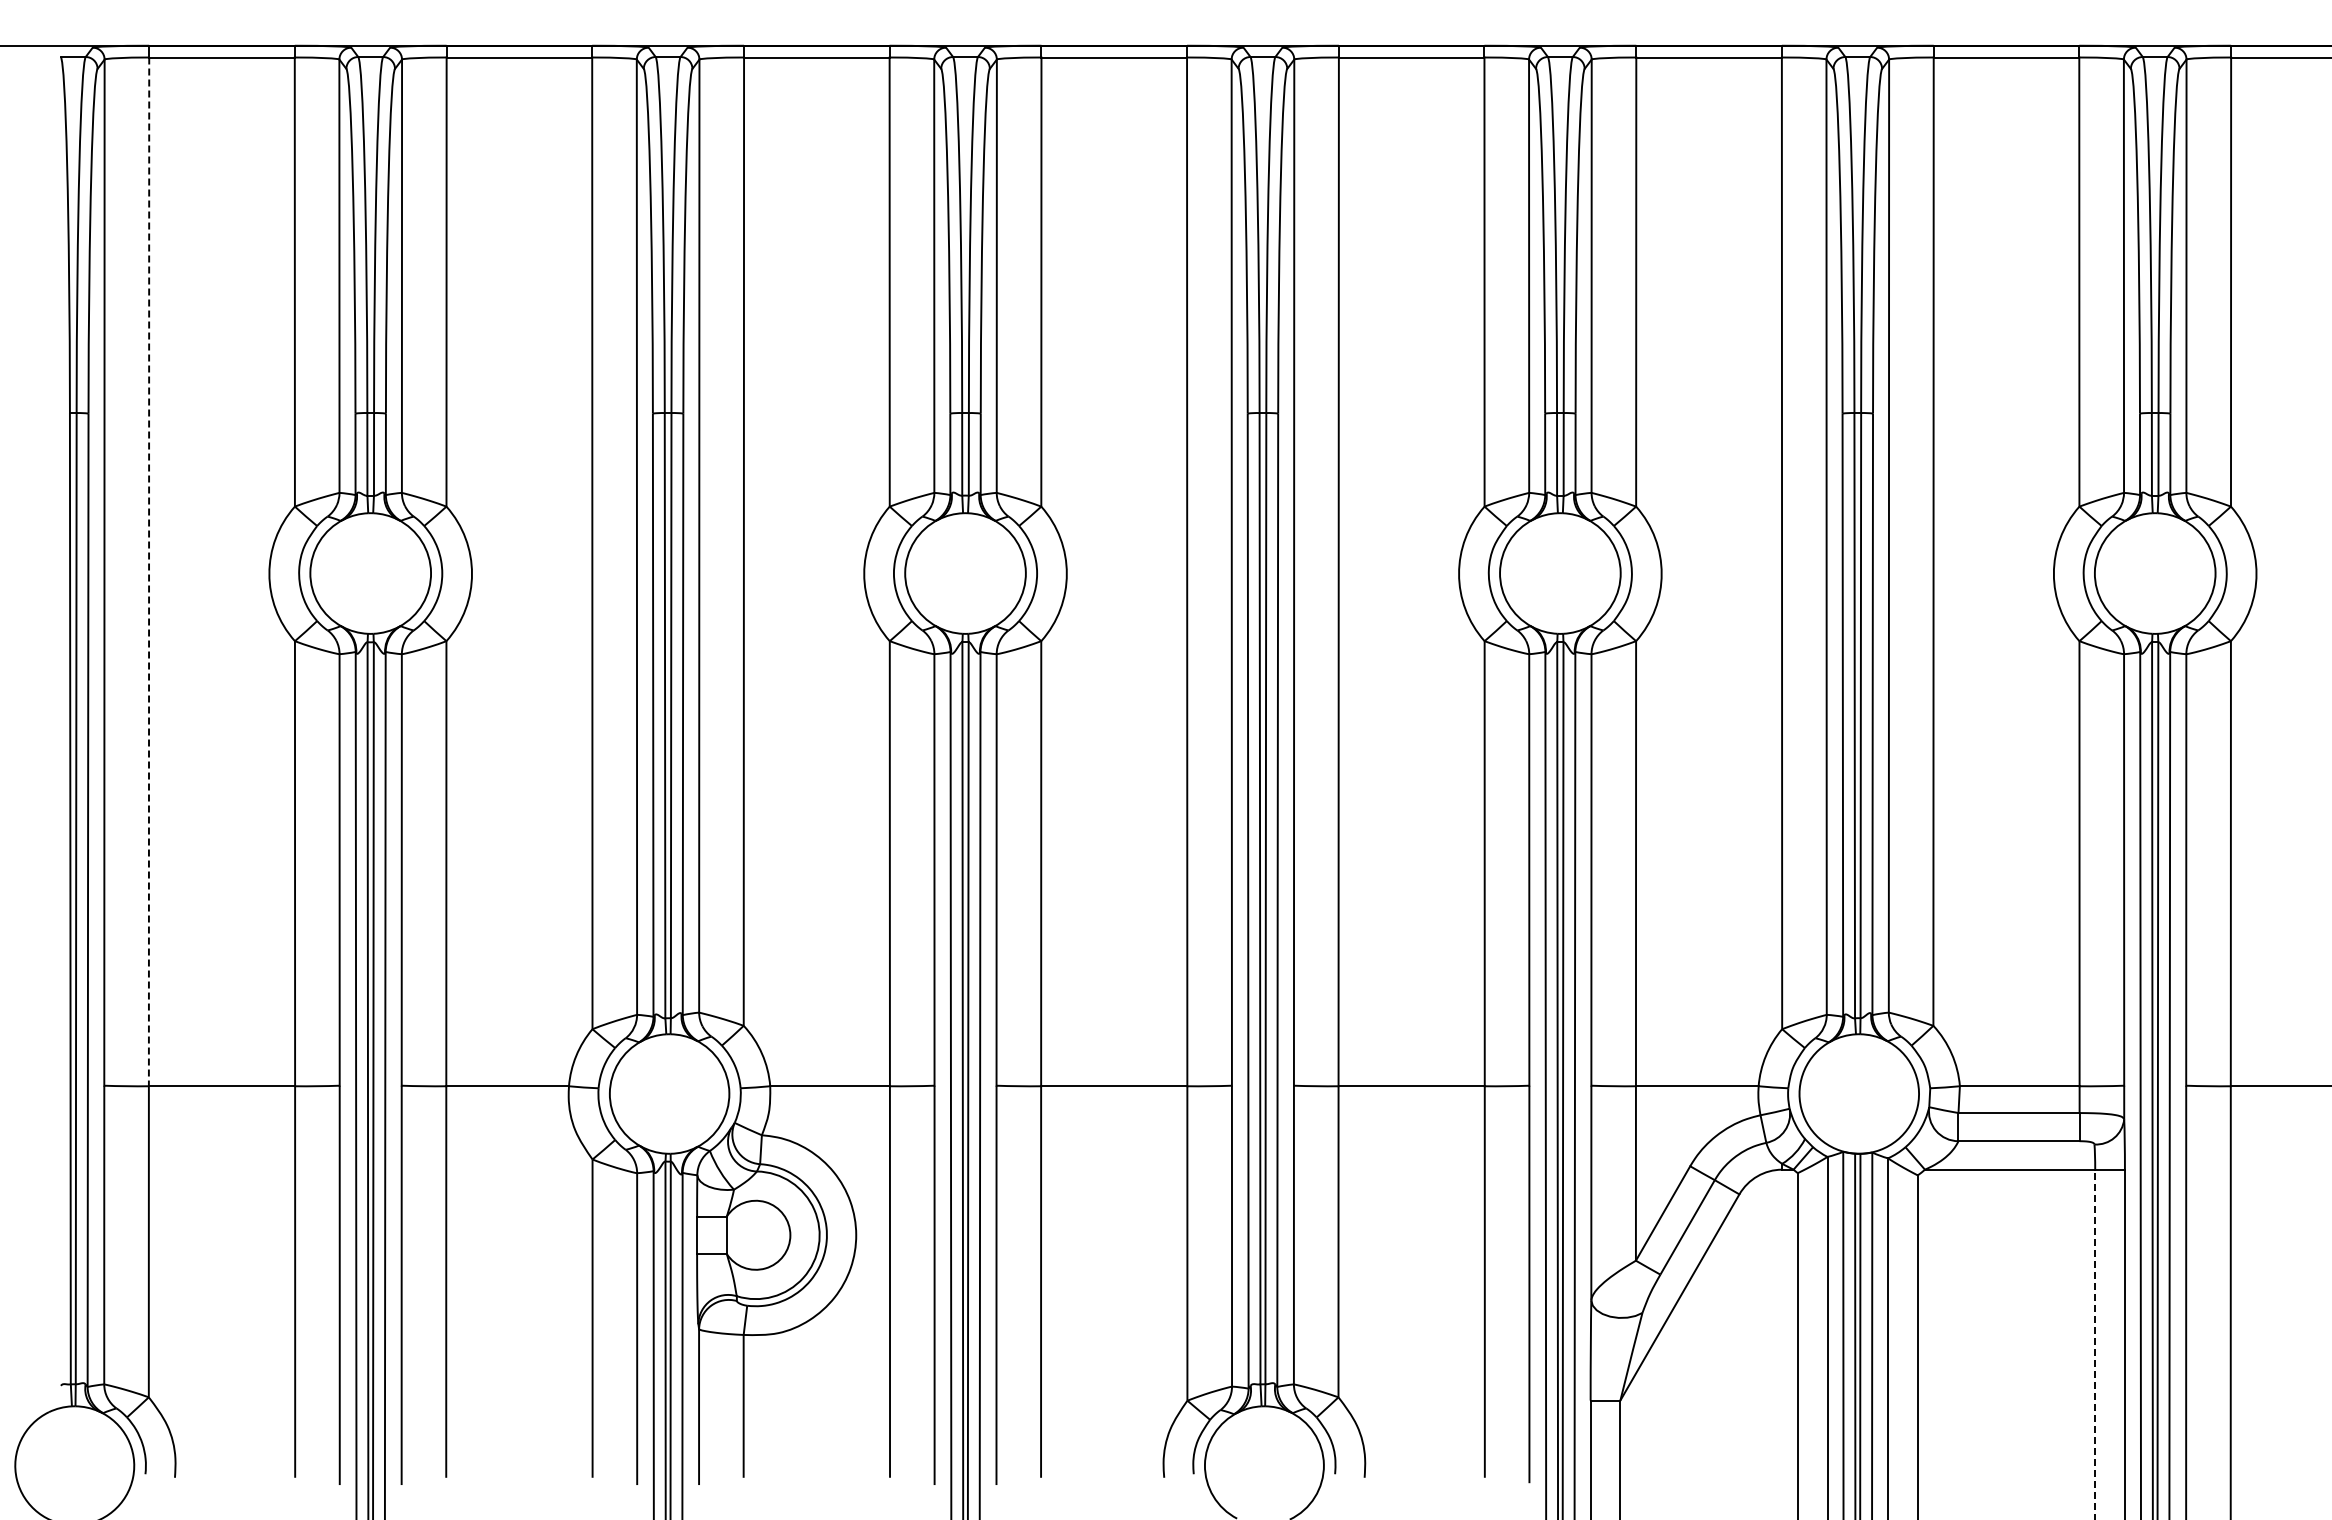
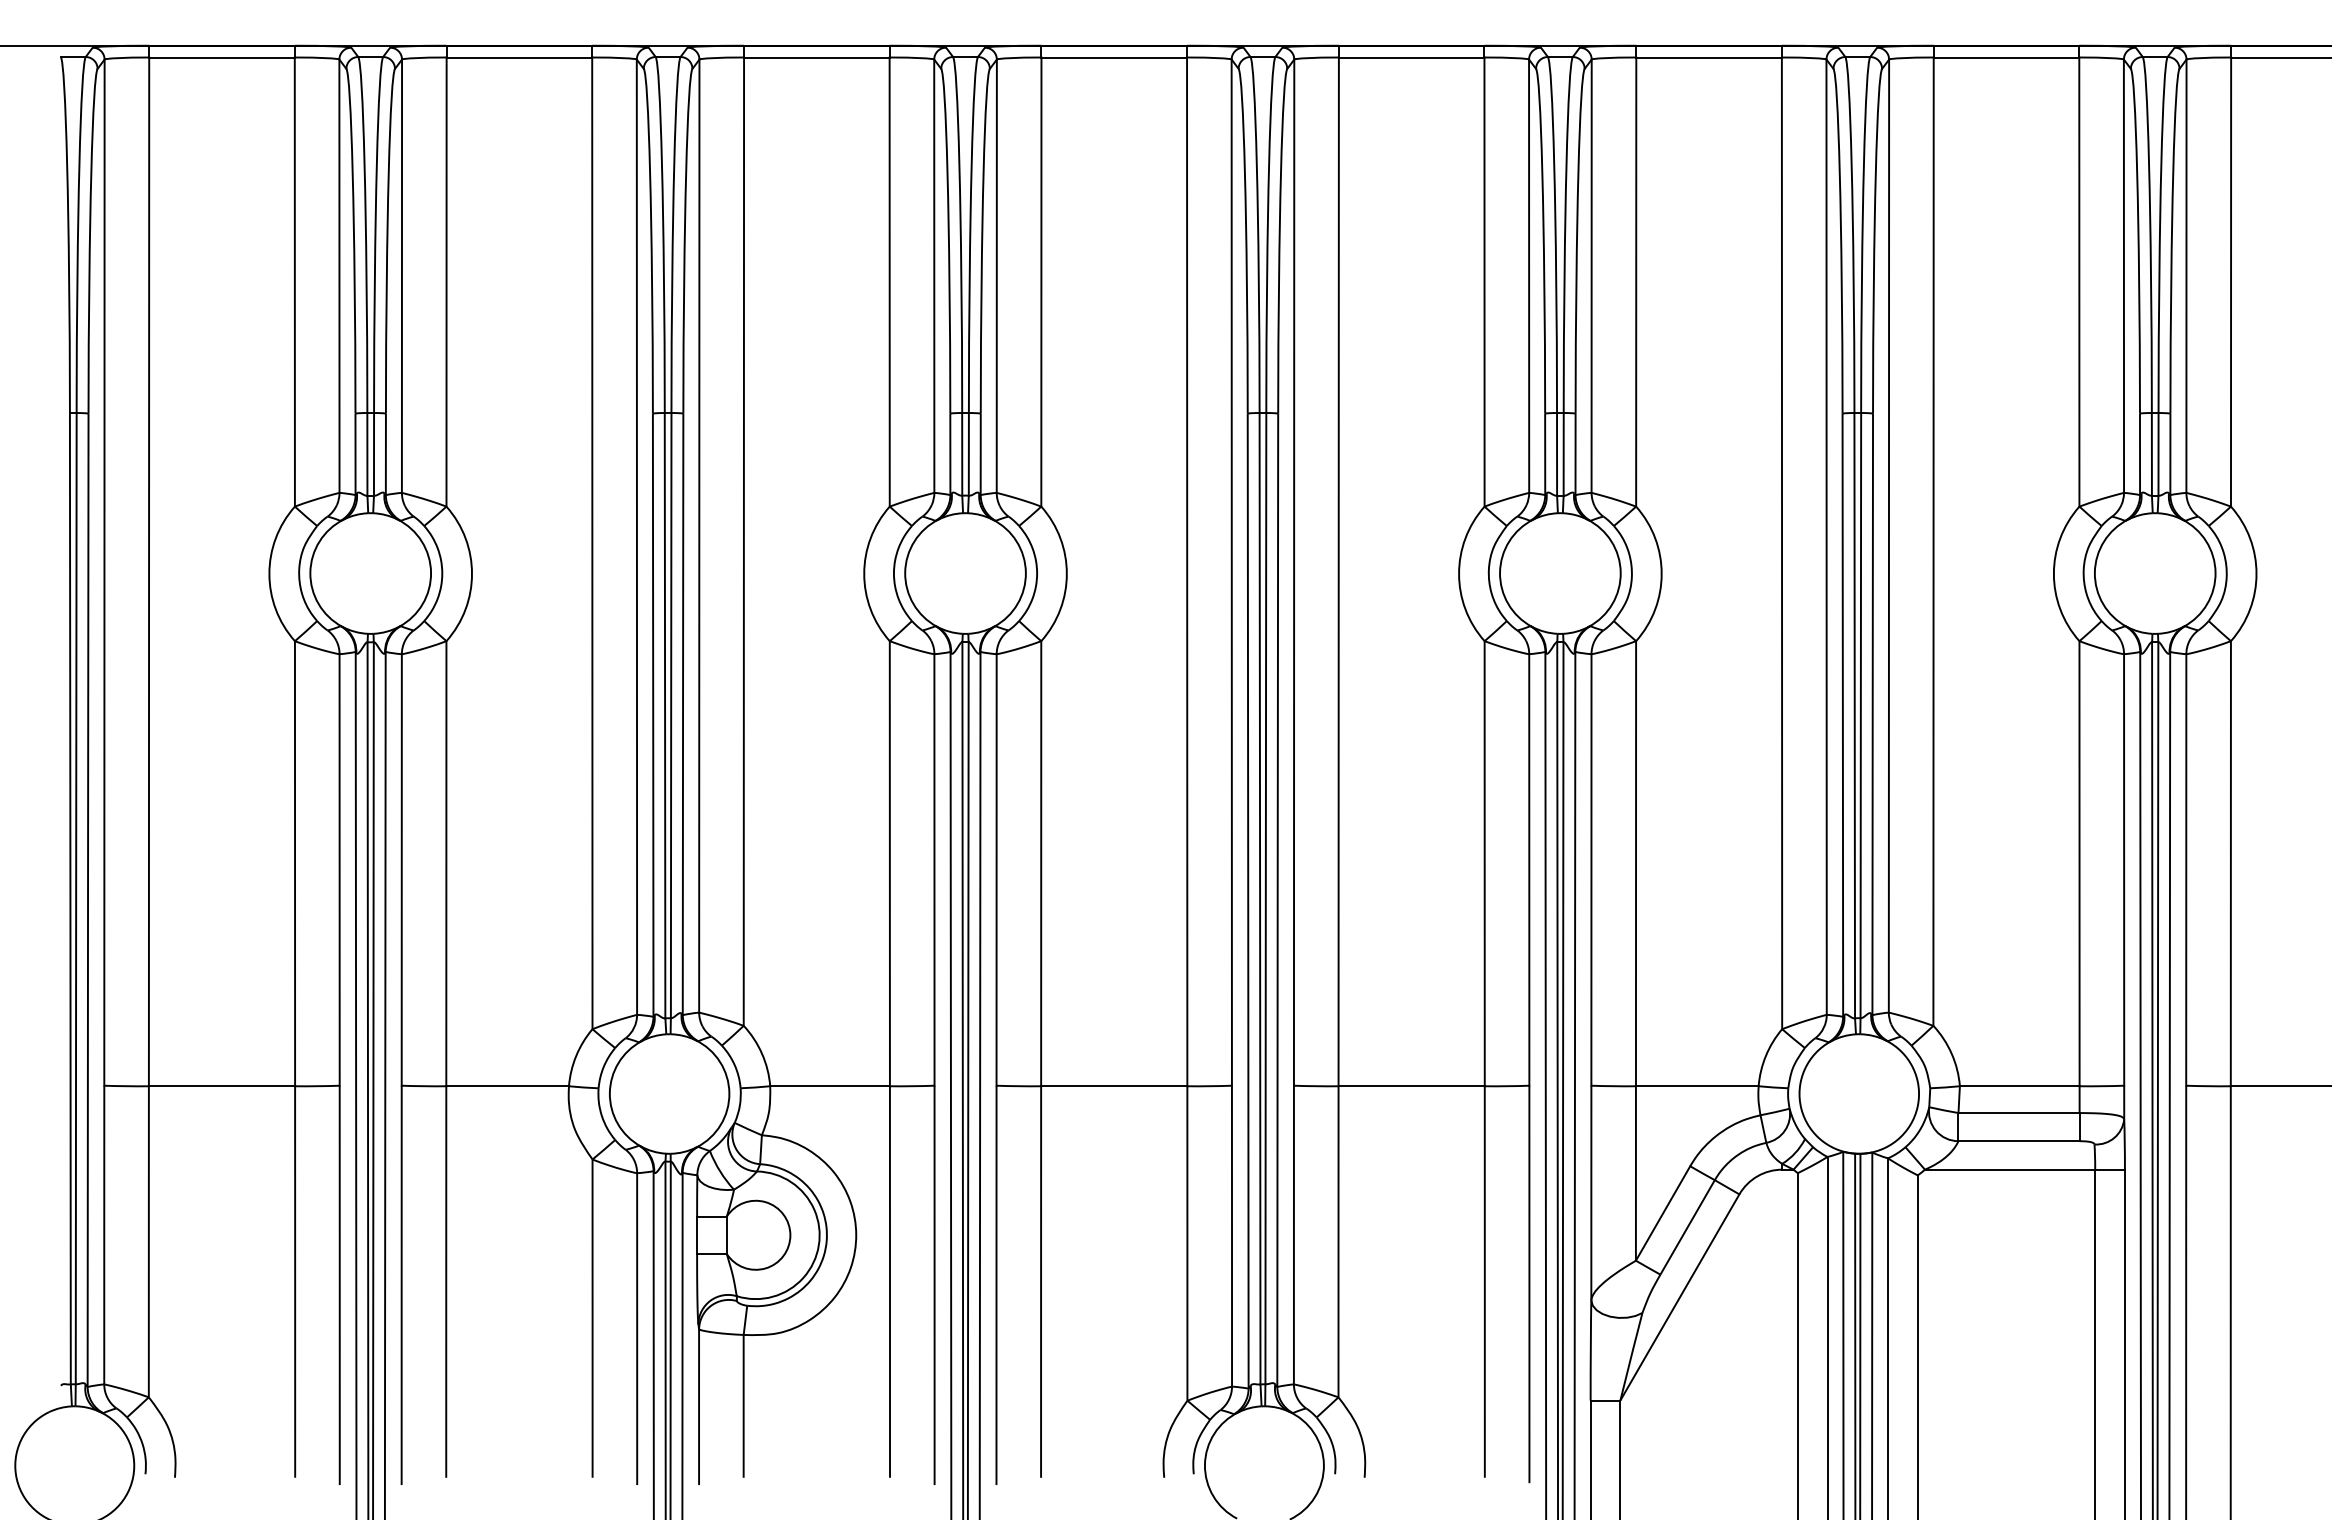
line at (149, 572): dashed -> solid
line at (2095, 1344): dashed -> solid
